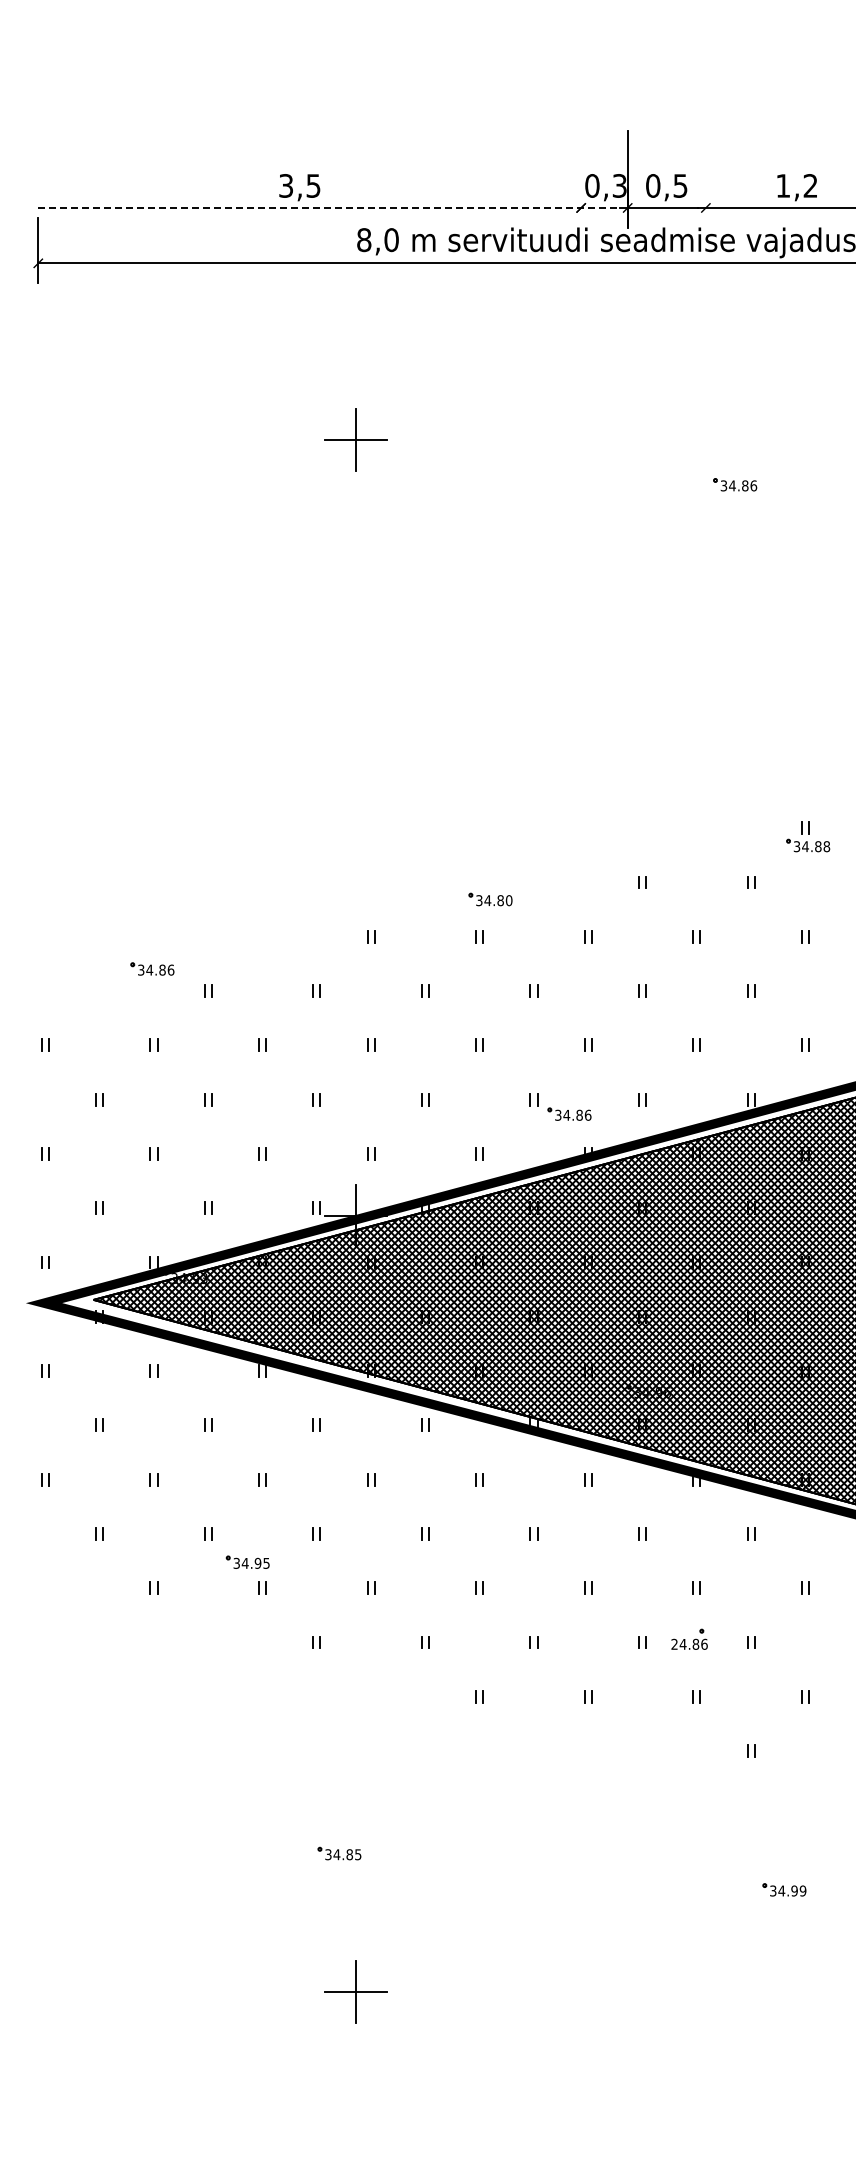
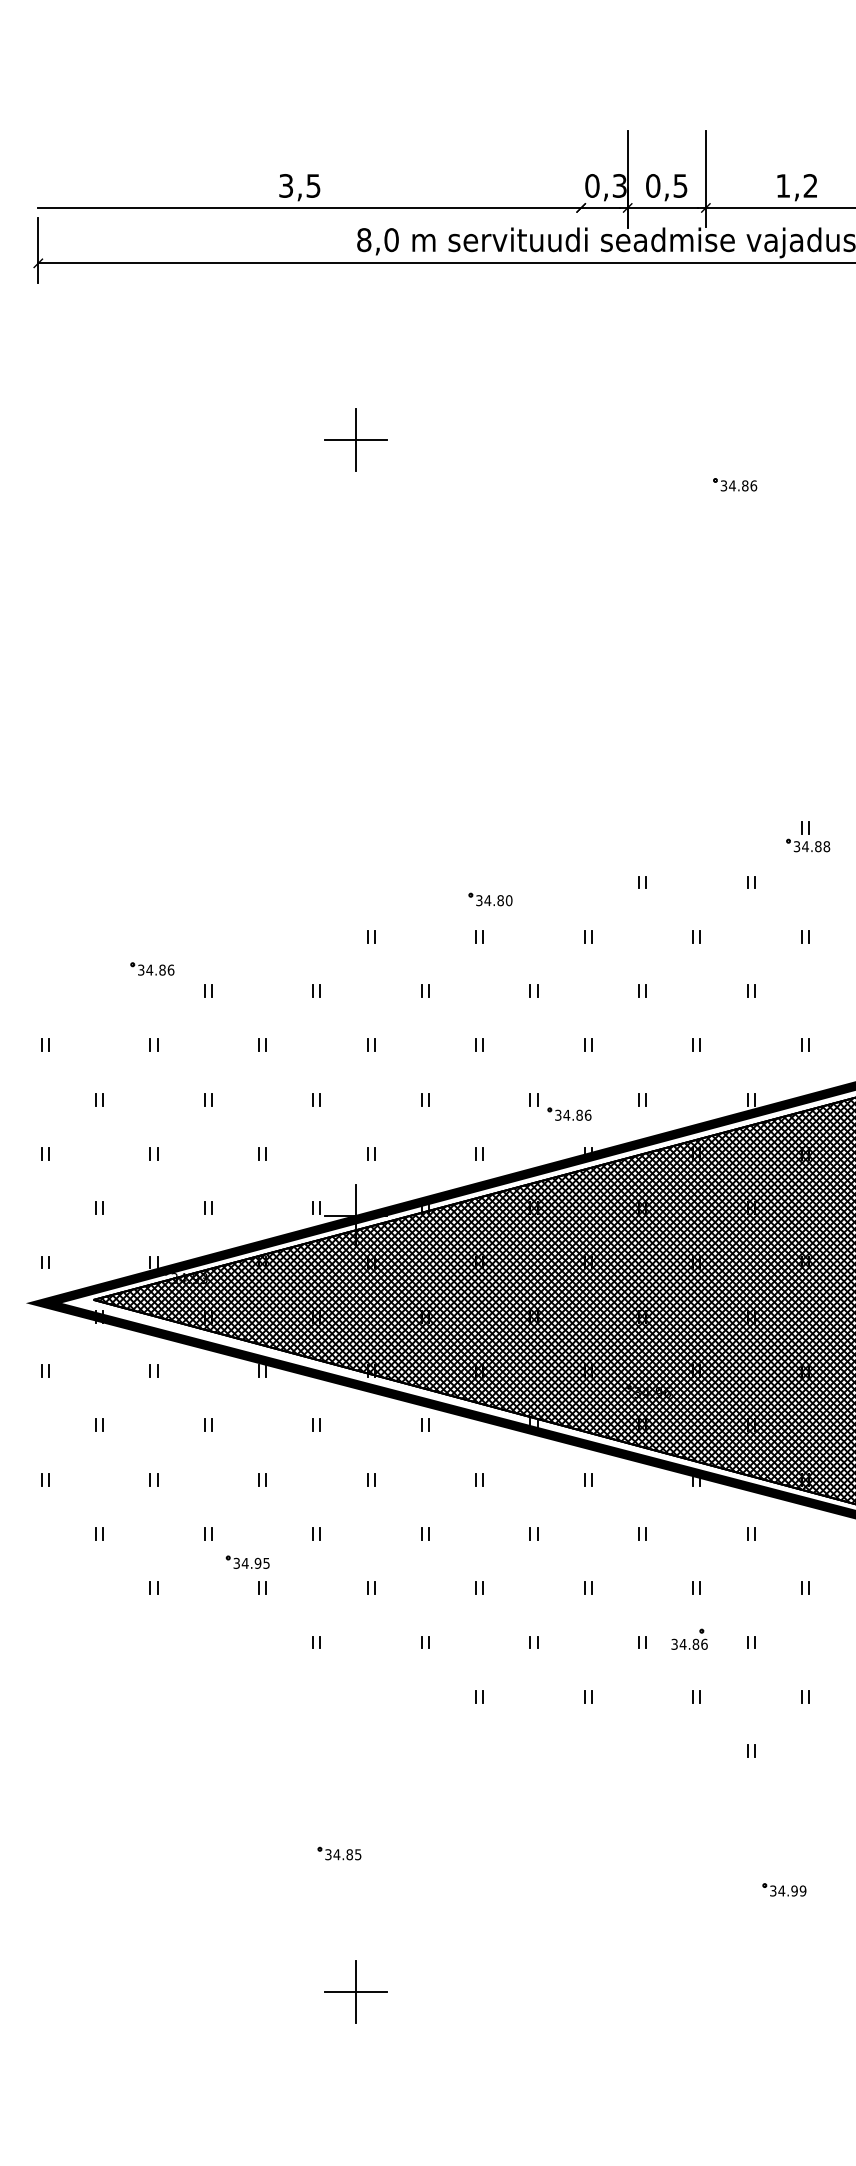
line at (705, 178): none -> present
line at (329, 207): dashed -> solid
text at (674, 1644): 24.86 -> 34.86
